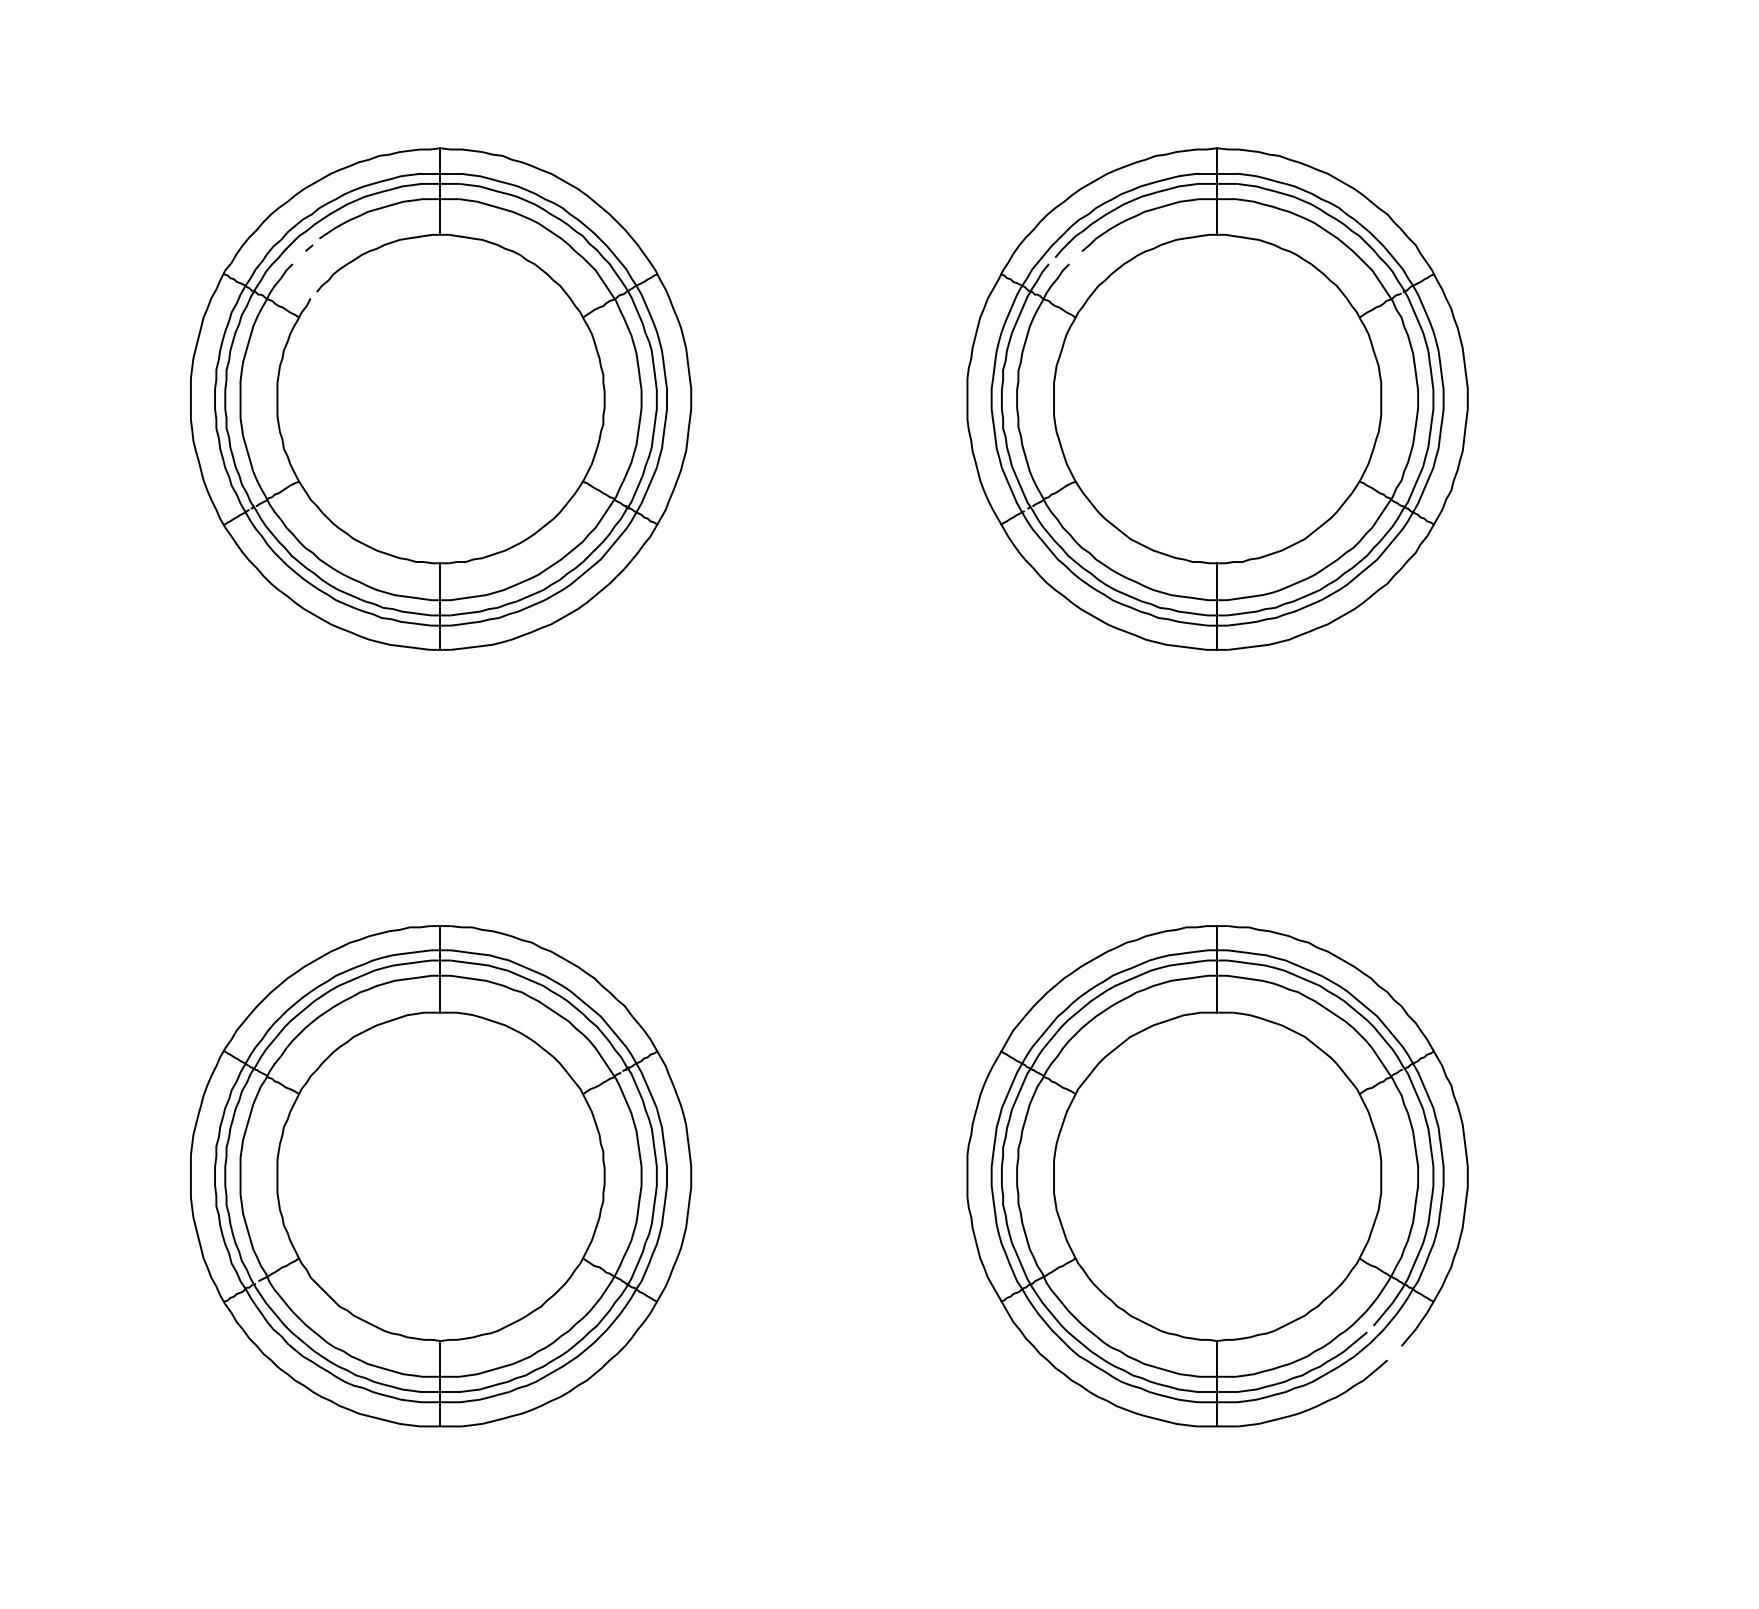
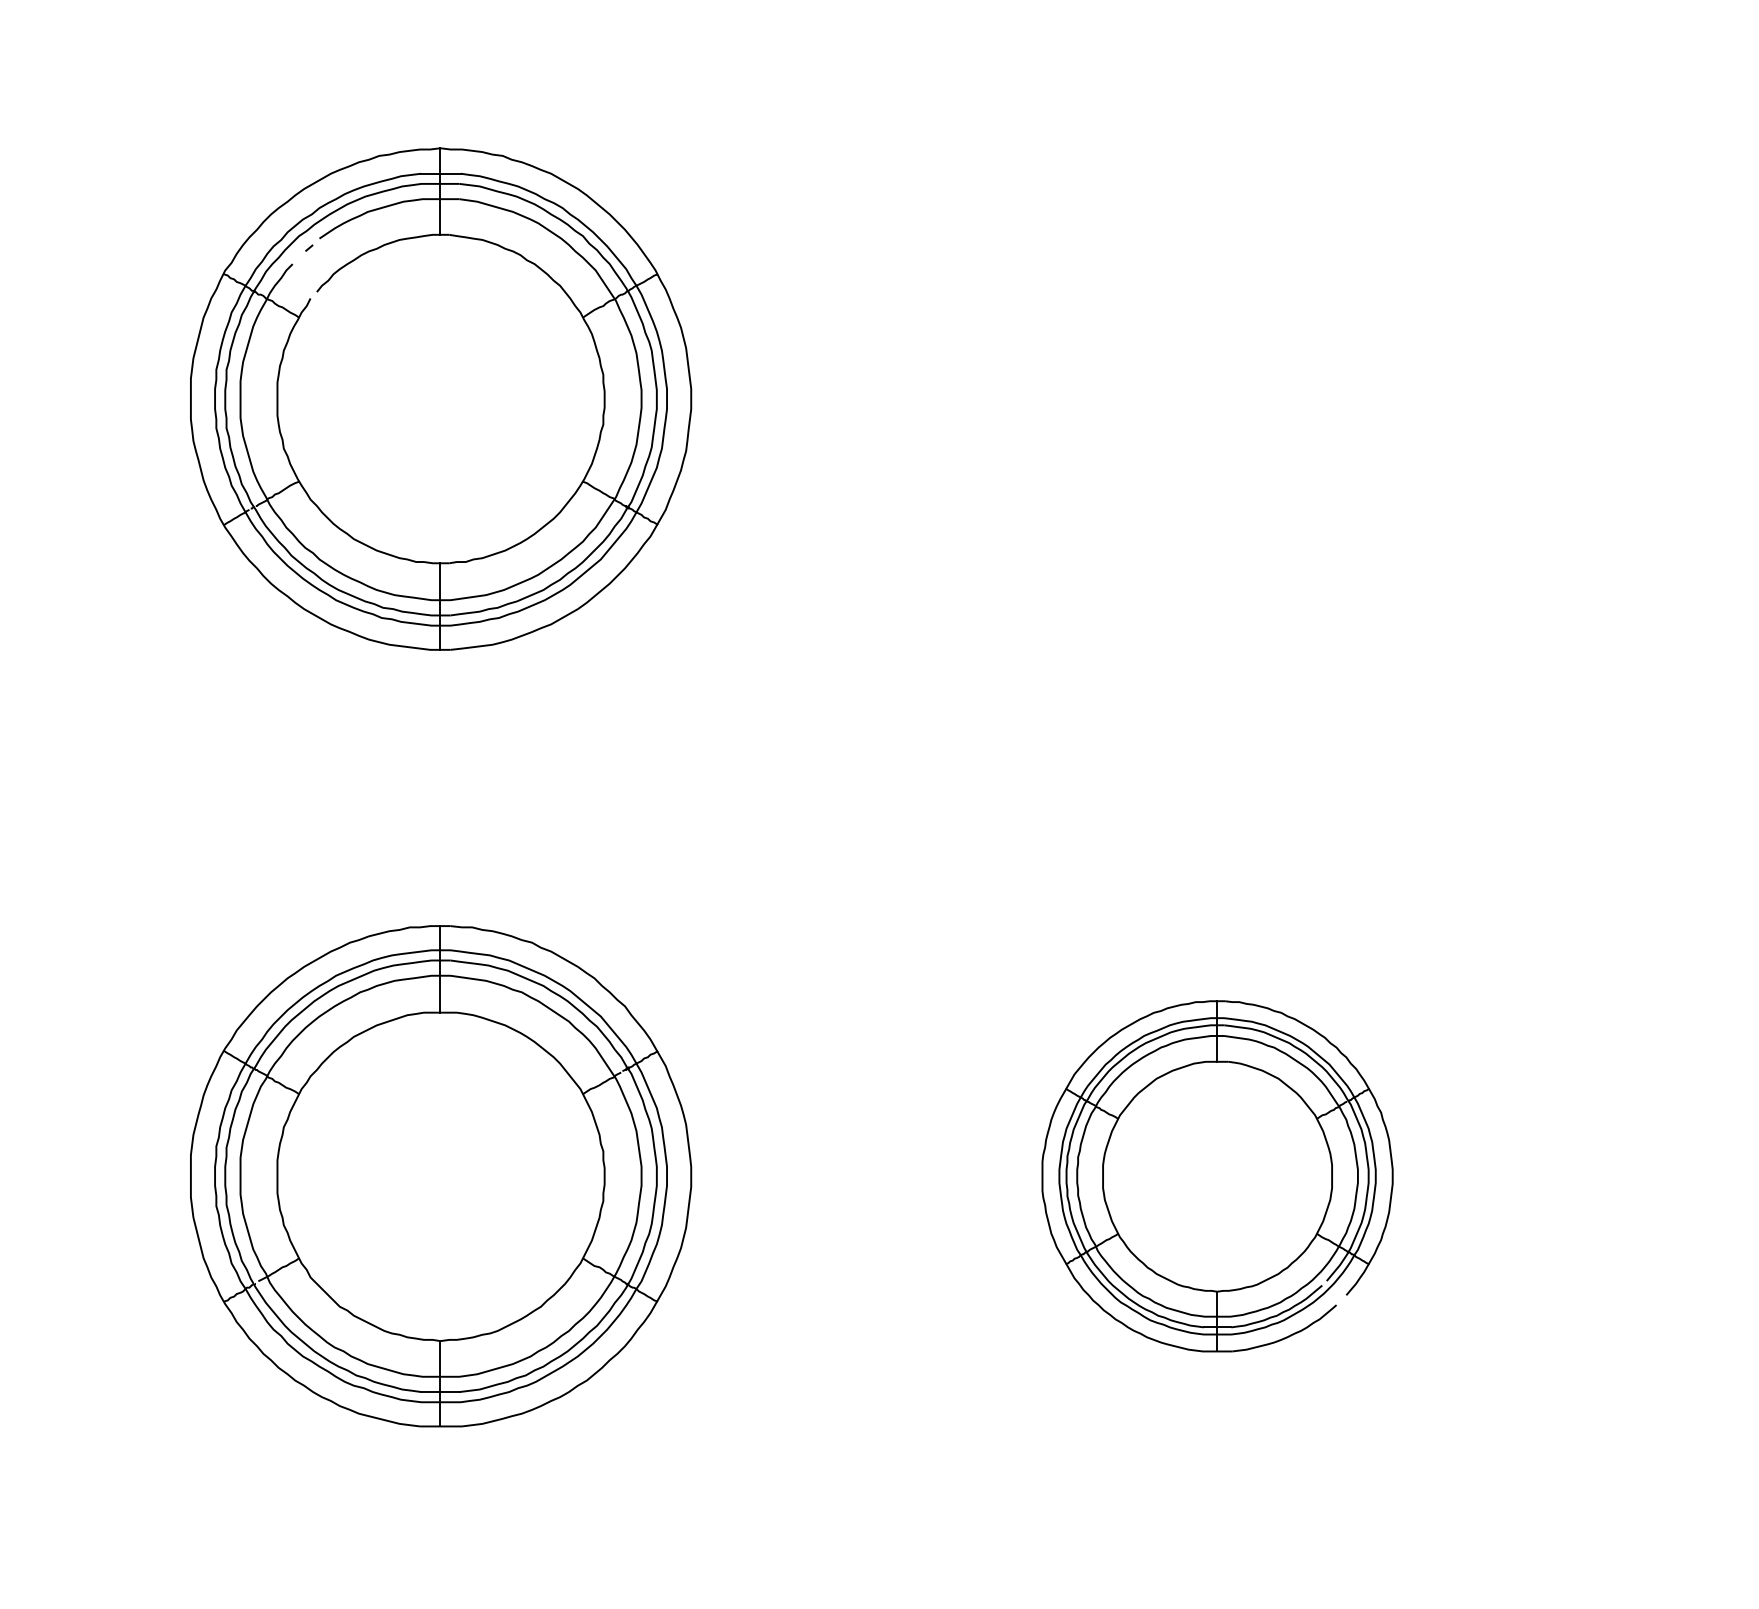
part at (1217, 398): present -> none
part at (1217, 1176) size: 503x503 px -> 353x353 px
